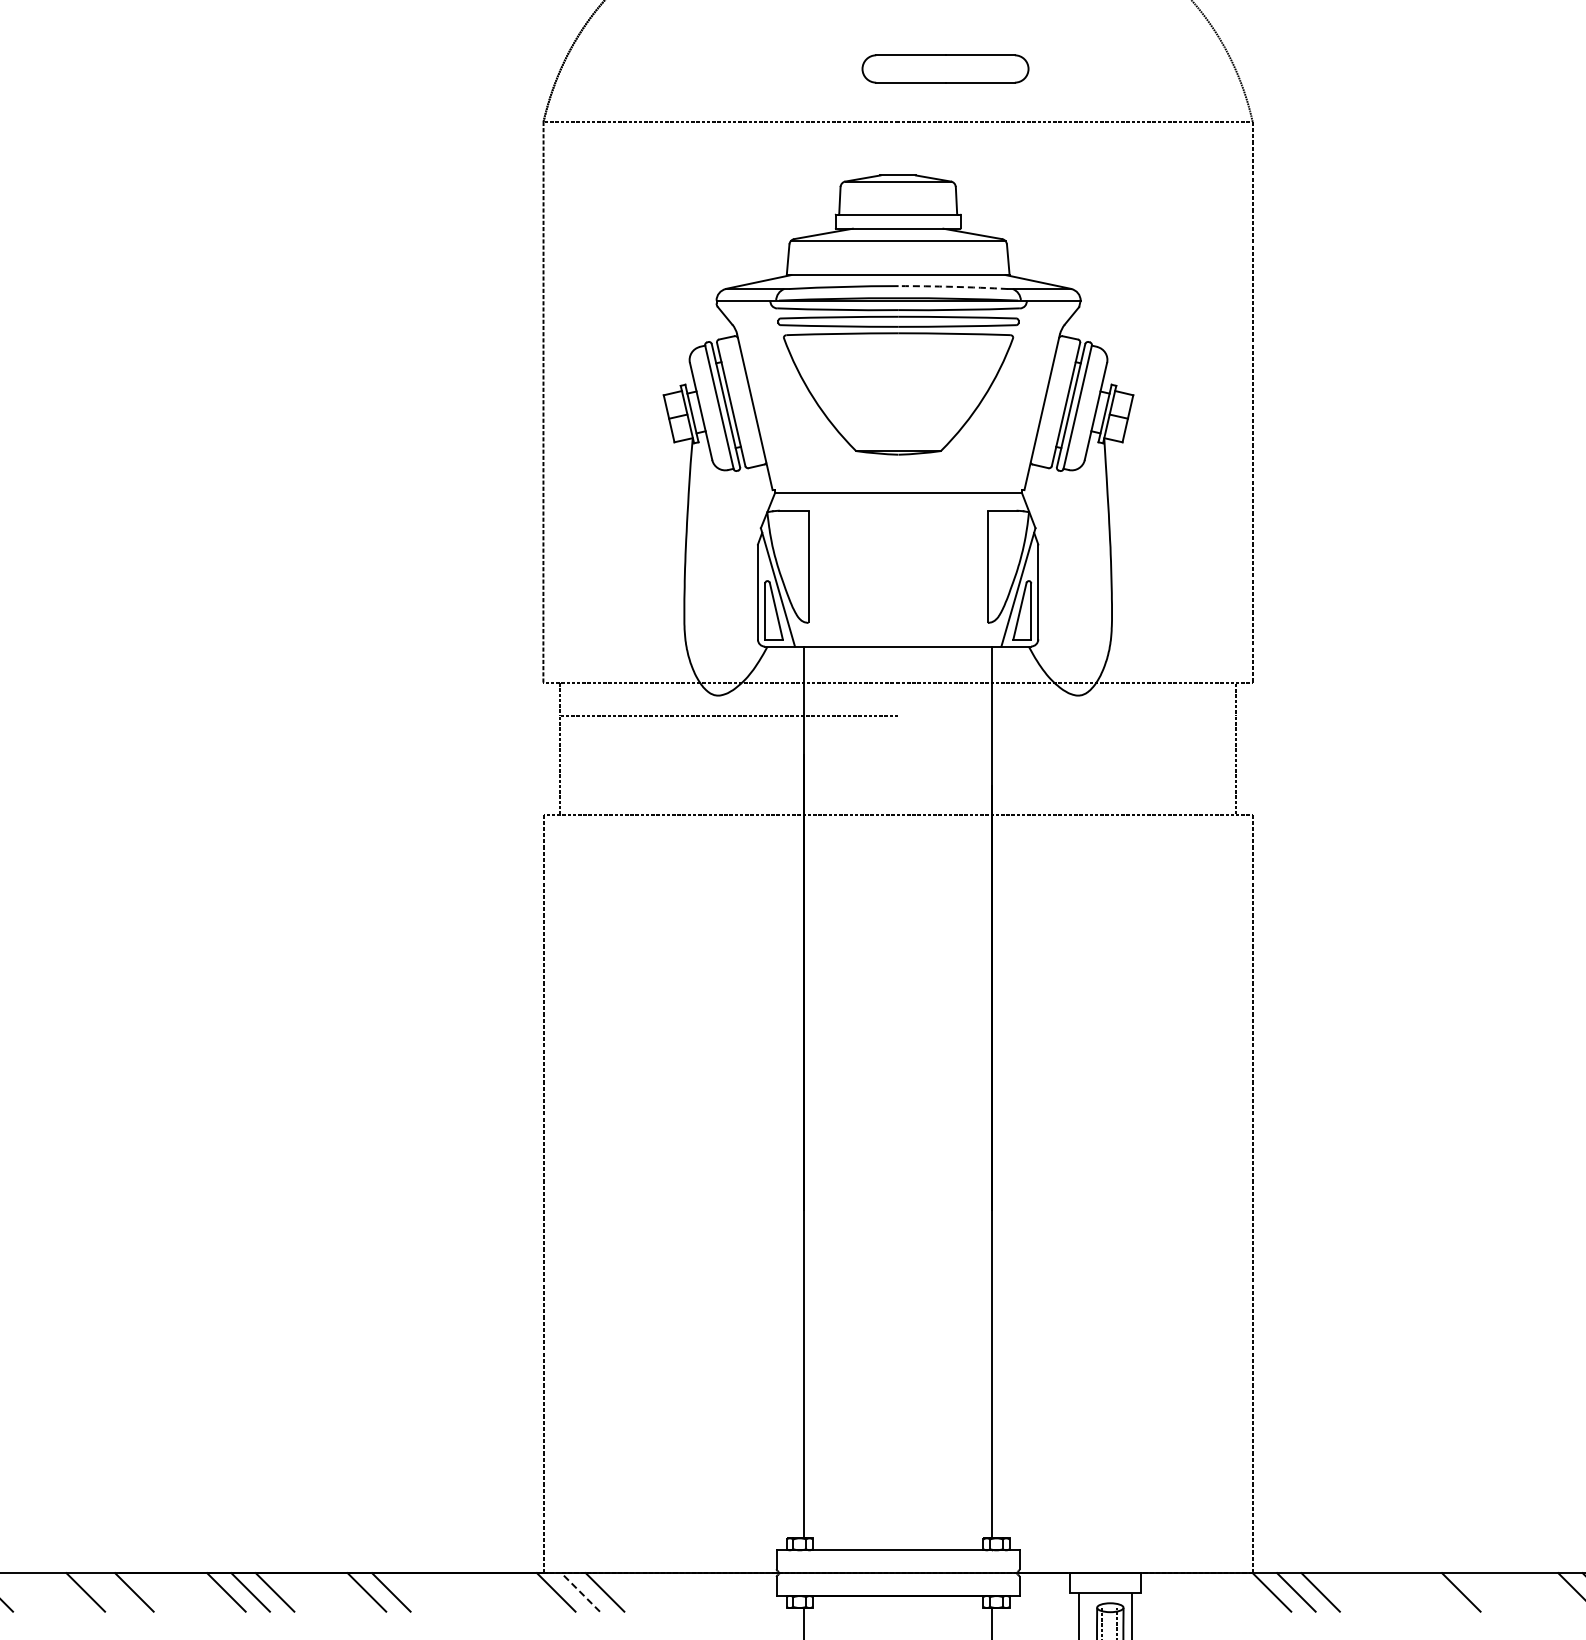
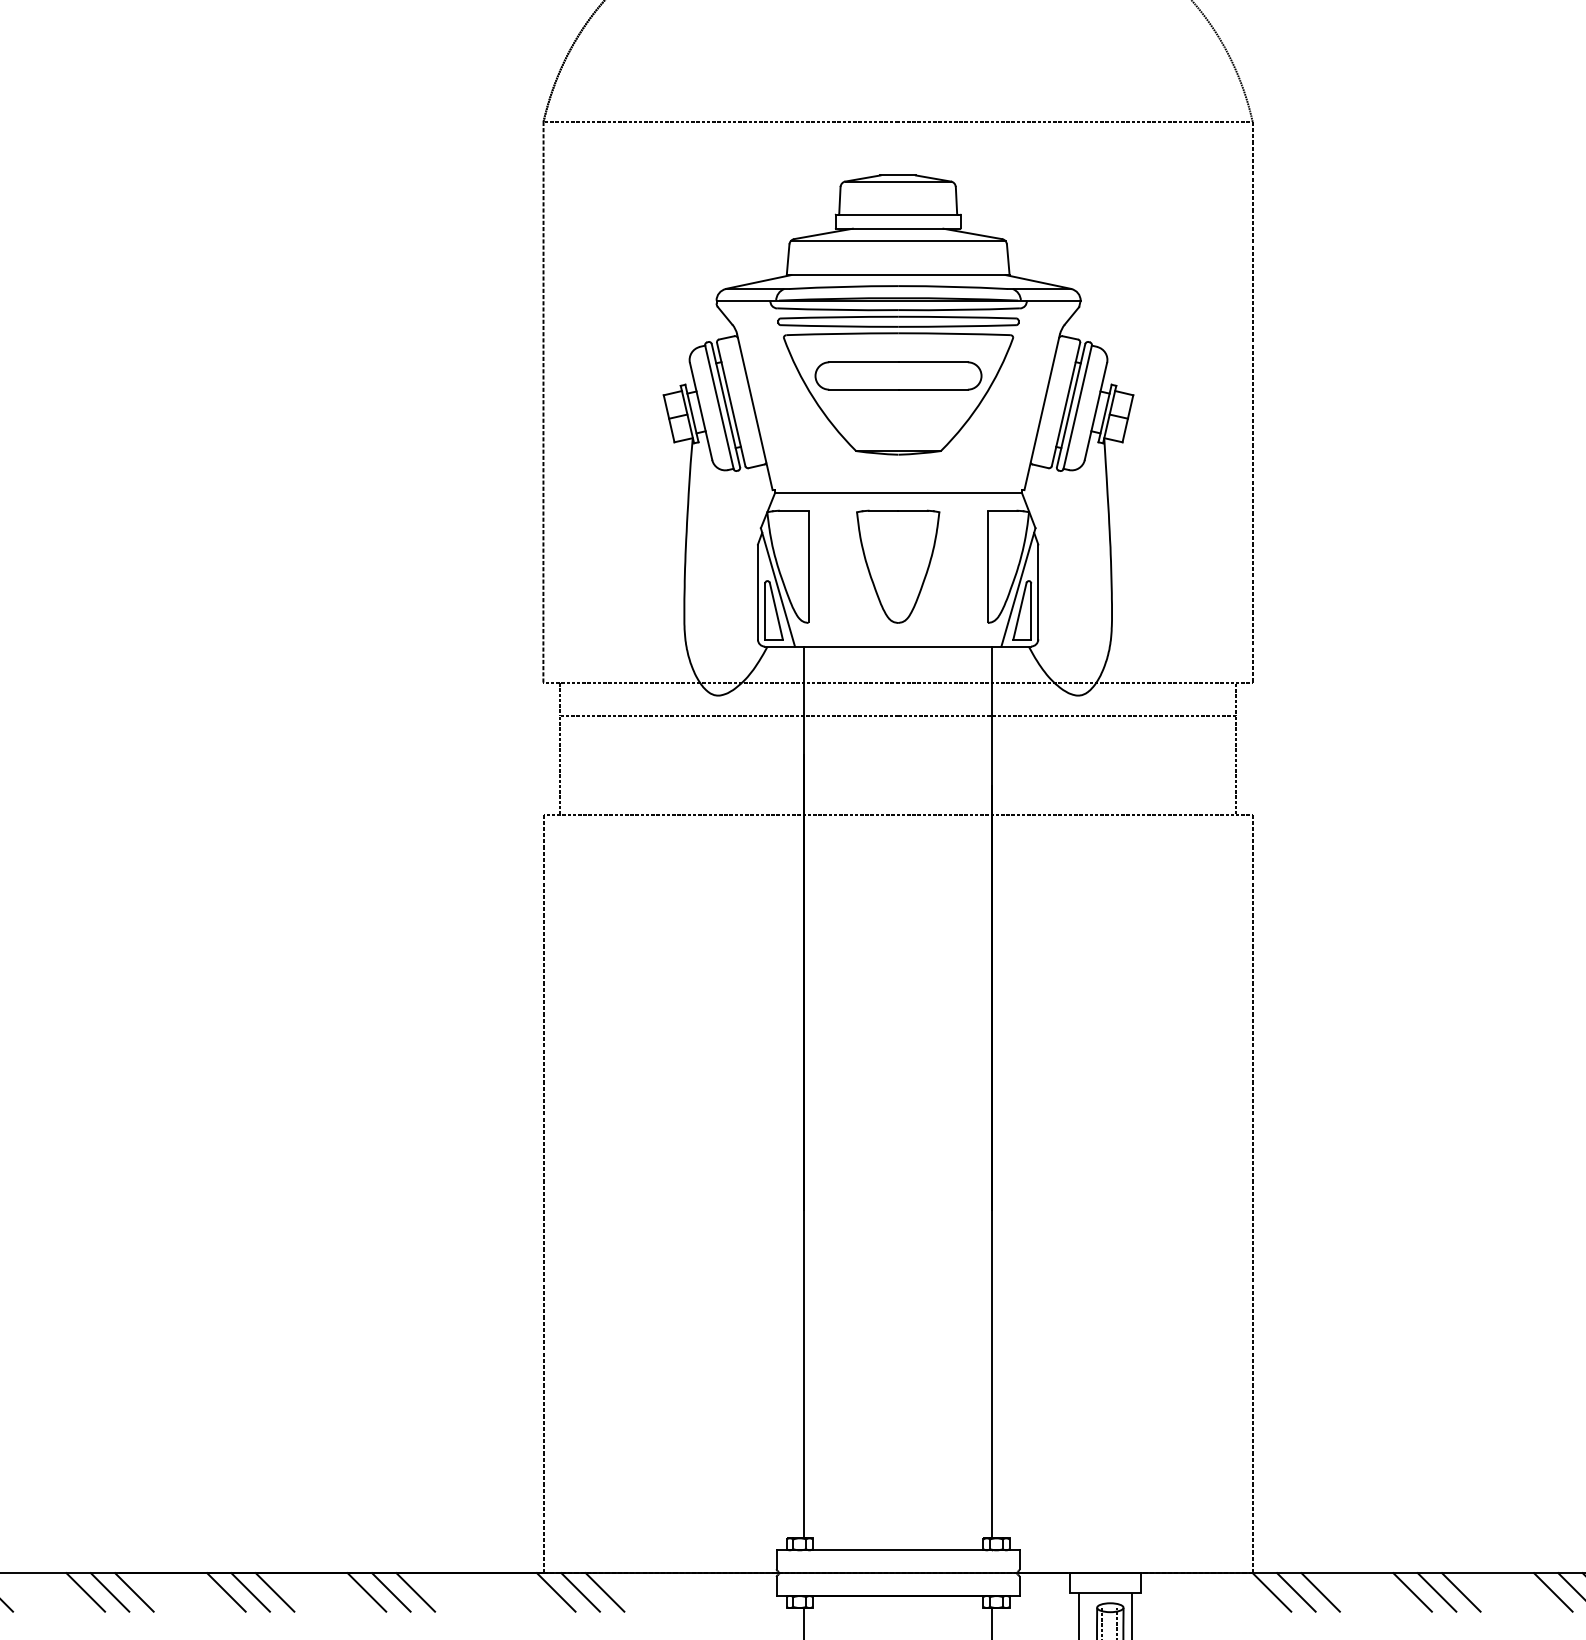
part at (945, 68) position: (945, 68) -> (898, 375)
arc at (953, 286): dashed -> solid
part at (898, 566): none -> present
line at (1067, 715): none -> present
line at (109, 1592): none -> present
line at (415, 1592): none -> present
line at (580, 1592): dashed -> solid
line at (1412, 1592): none -> present
line at (1436, 1592): none -> present
line at (1553, 1592): none -> present
